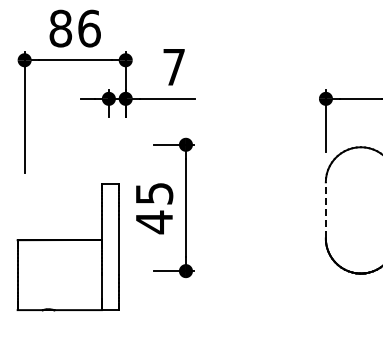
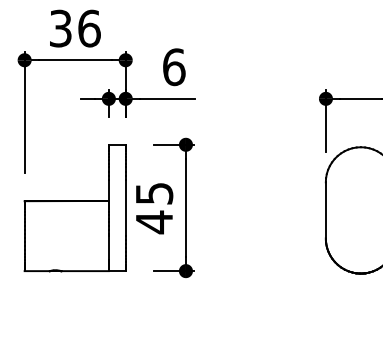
text at (60, 28): 86 -> 36
text at (174, 67): 7 -> 6
line at (325, 209): dashed -> solid
part at (67, 247) position: (67, 247) -> (74, 208)
